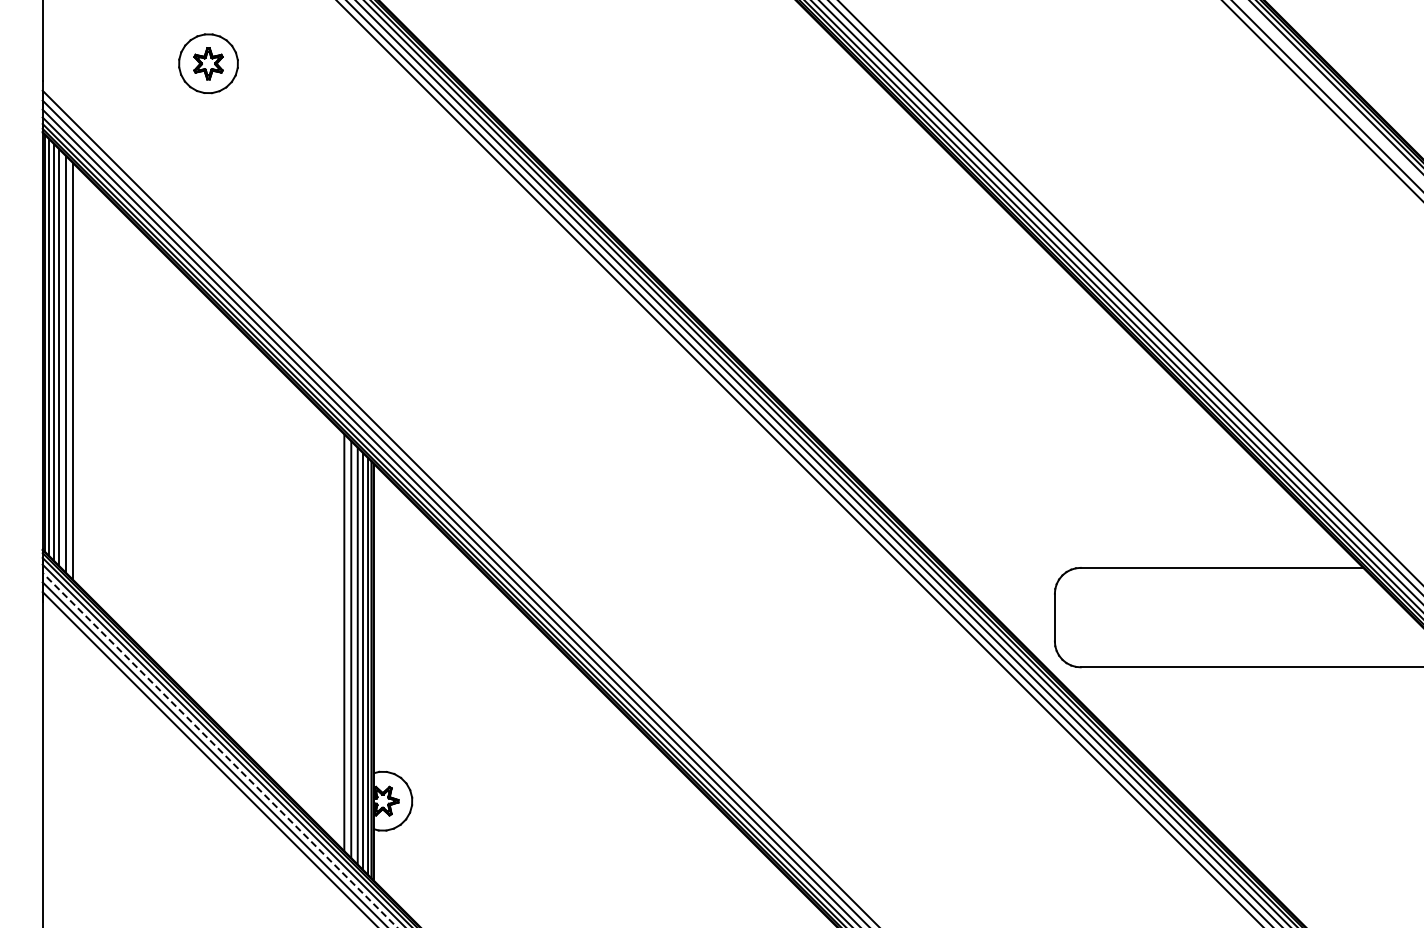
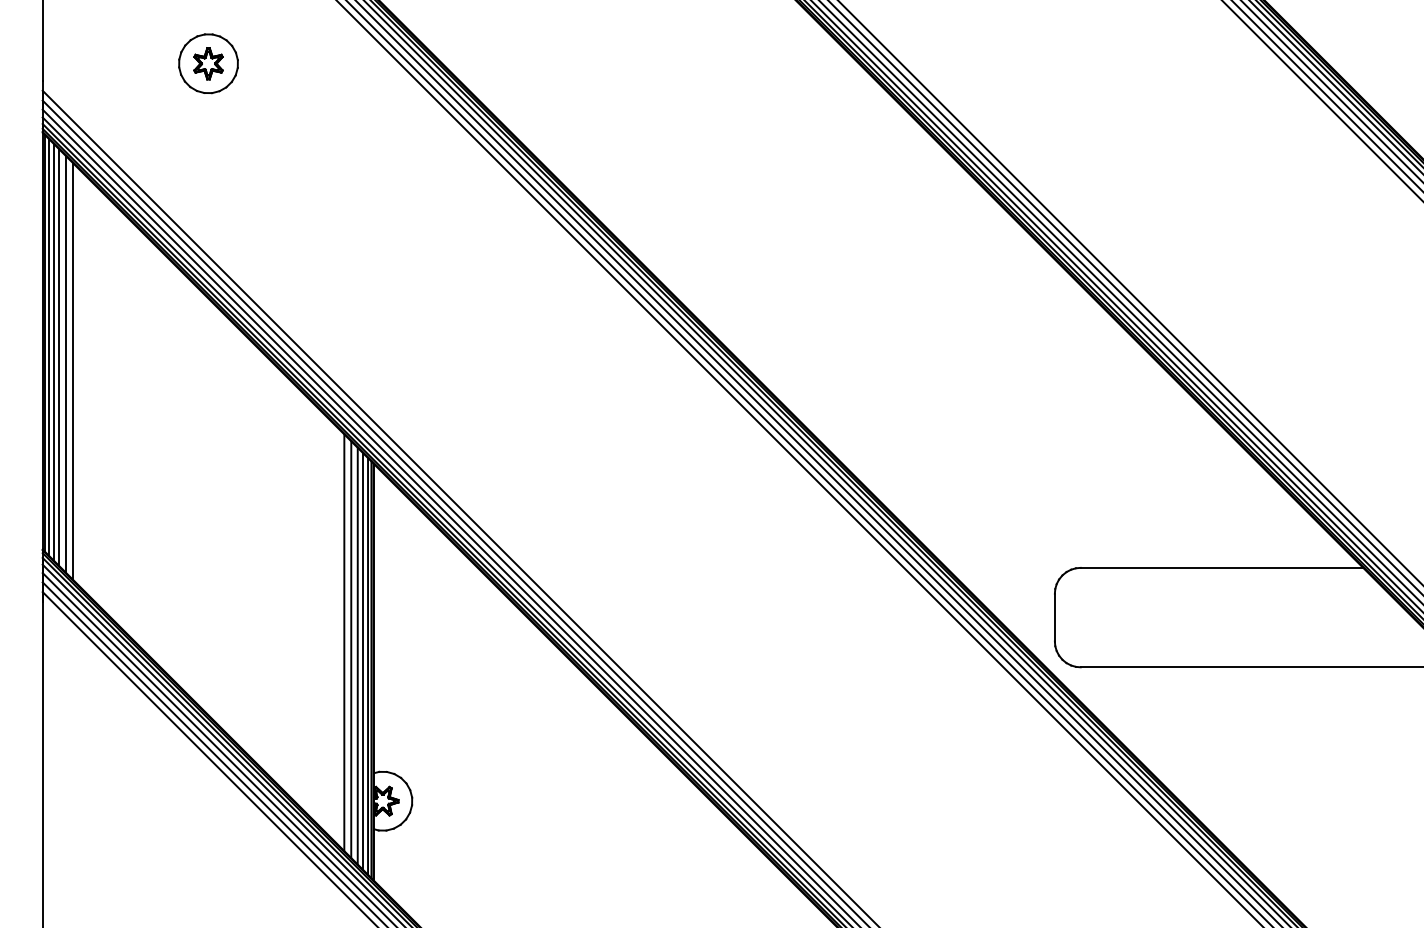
line at (1331, 90): none -> present
line at (219, 749): dashed -> solid
